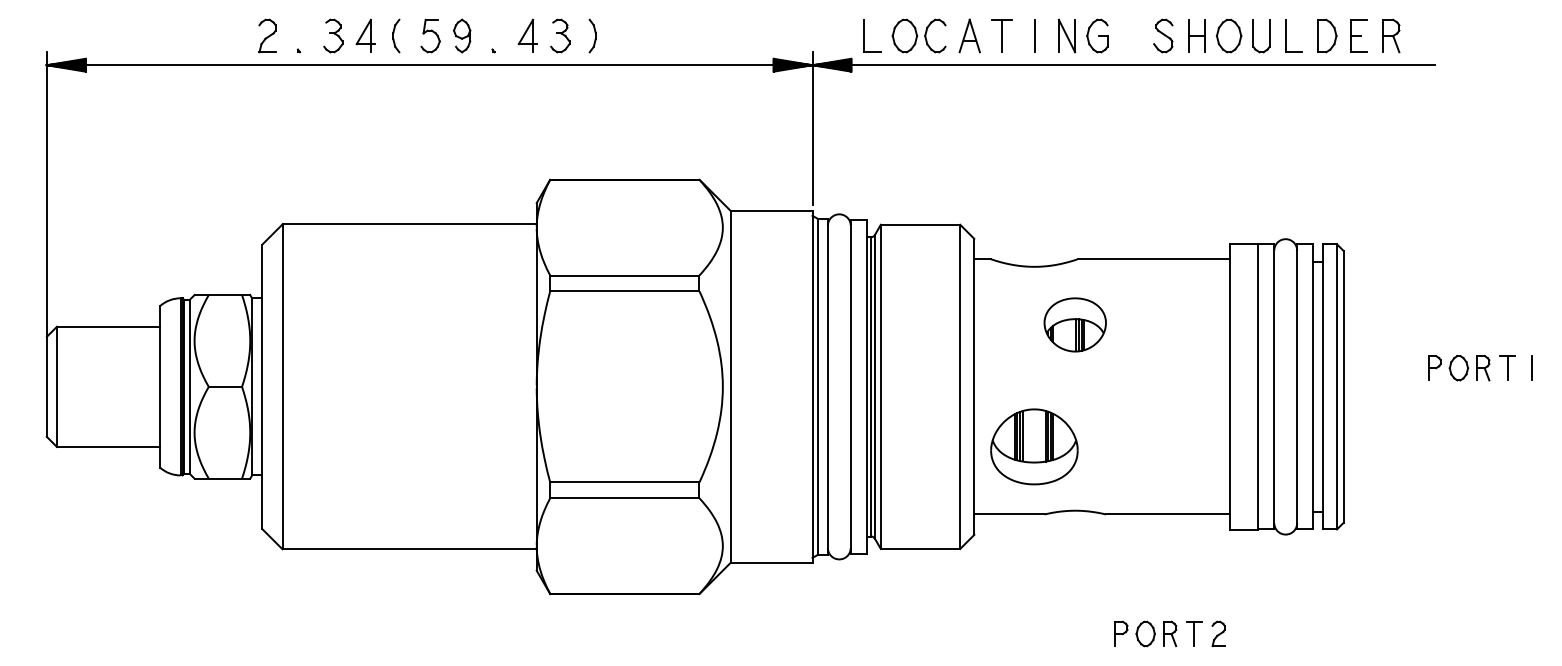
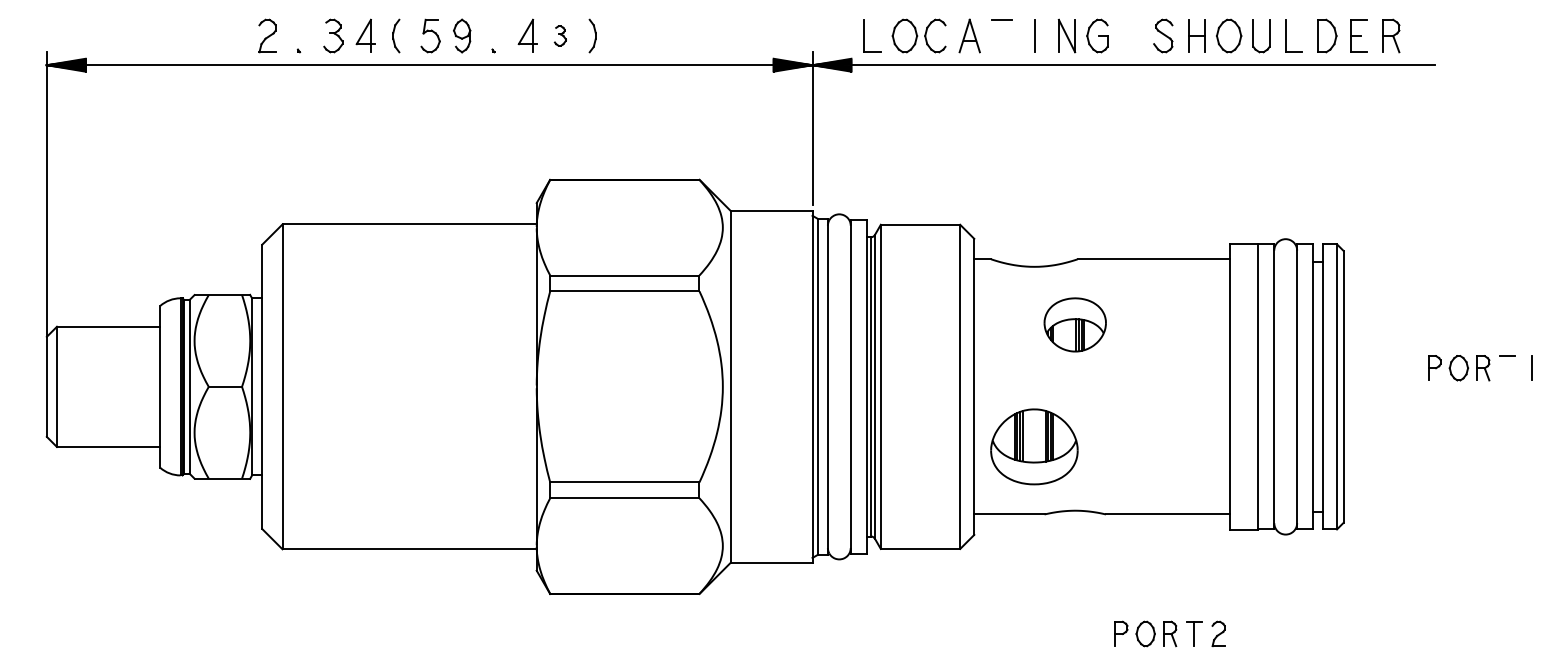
part at (560, 35) size: 21x36 px -> 14x22 px
line at (1002, 35): present -> none
line at (1507, 368): present -> none
